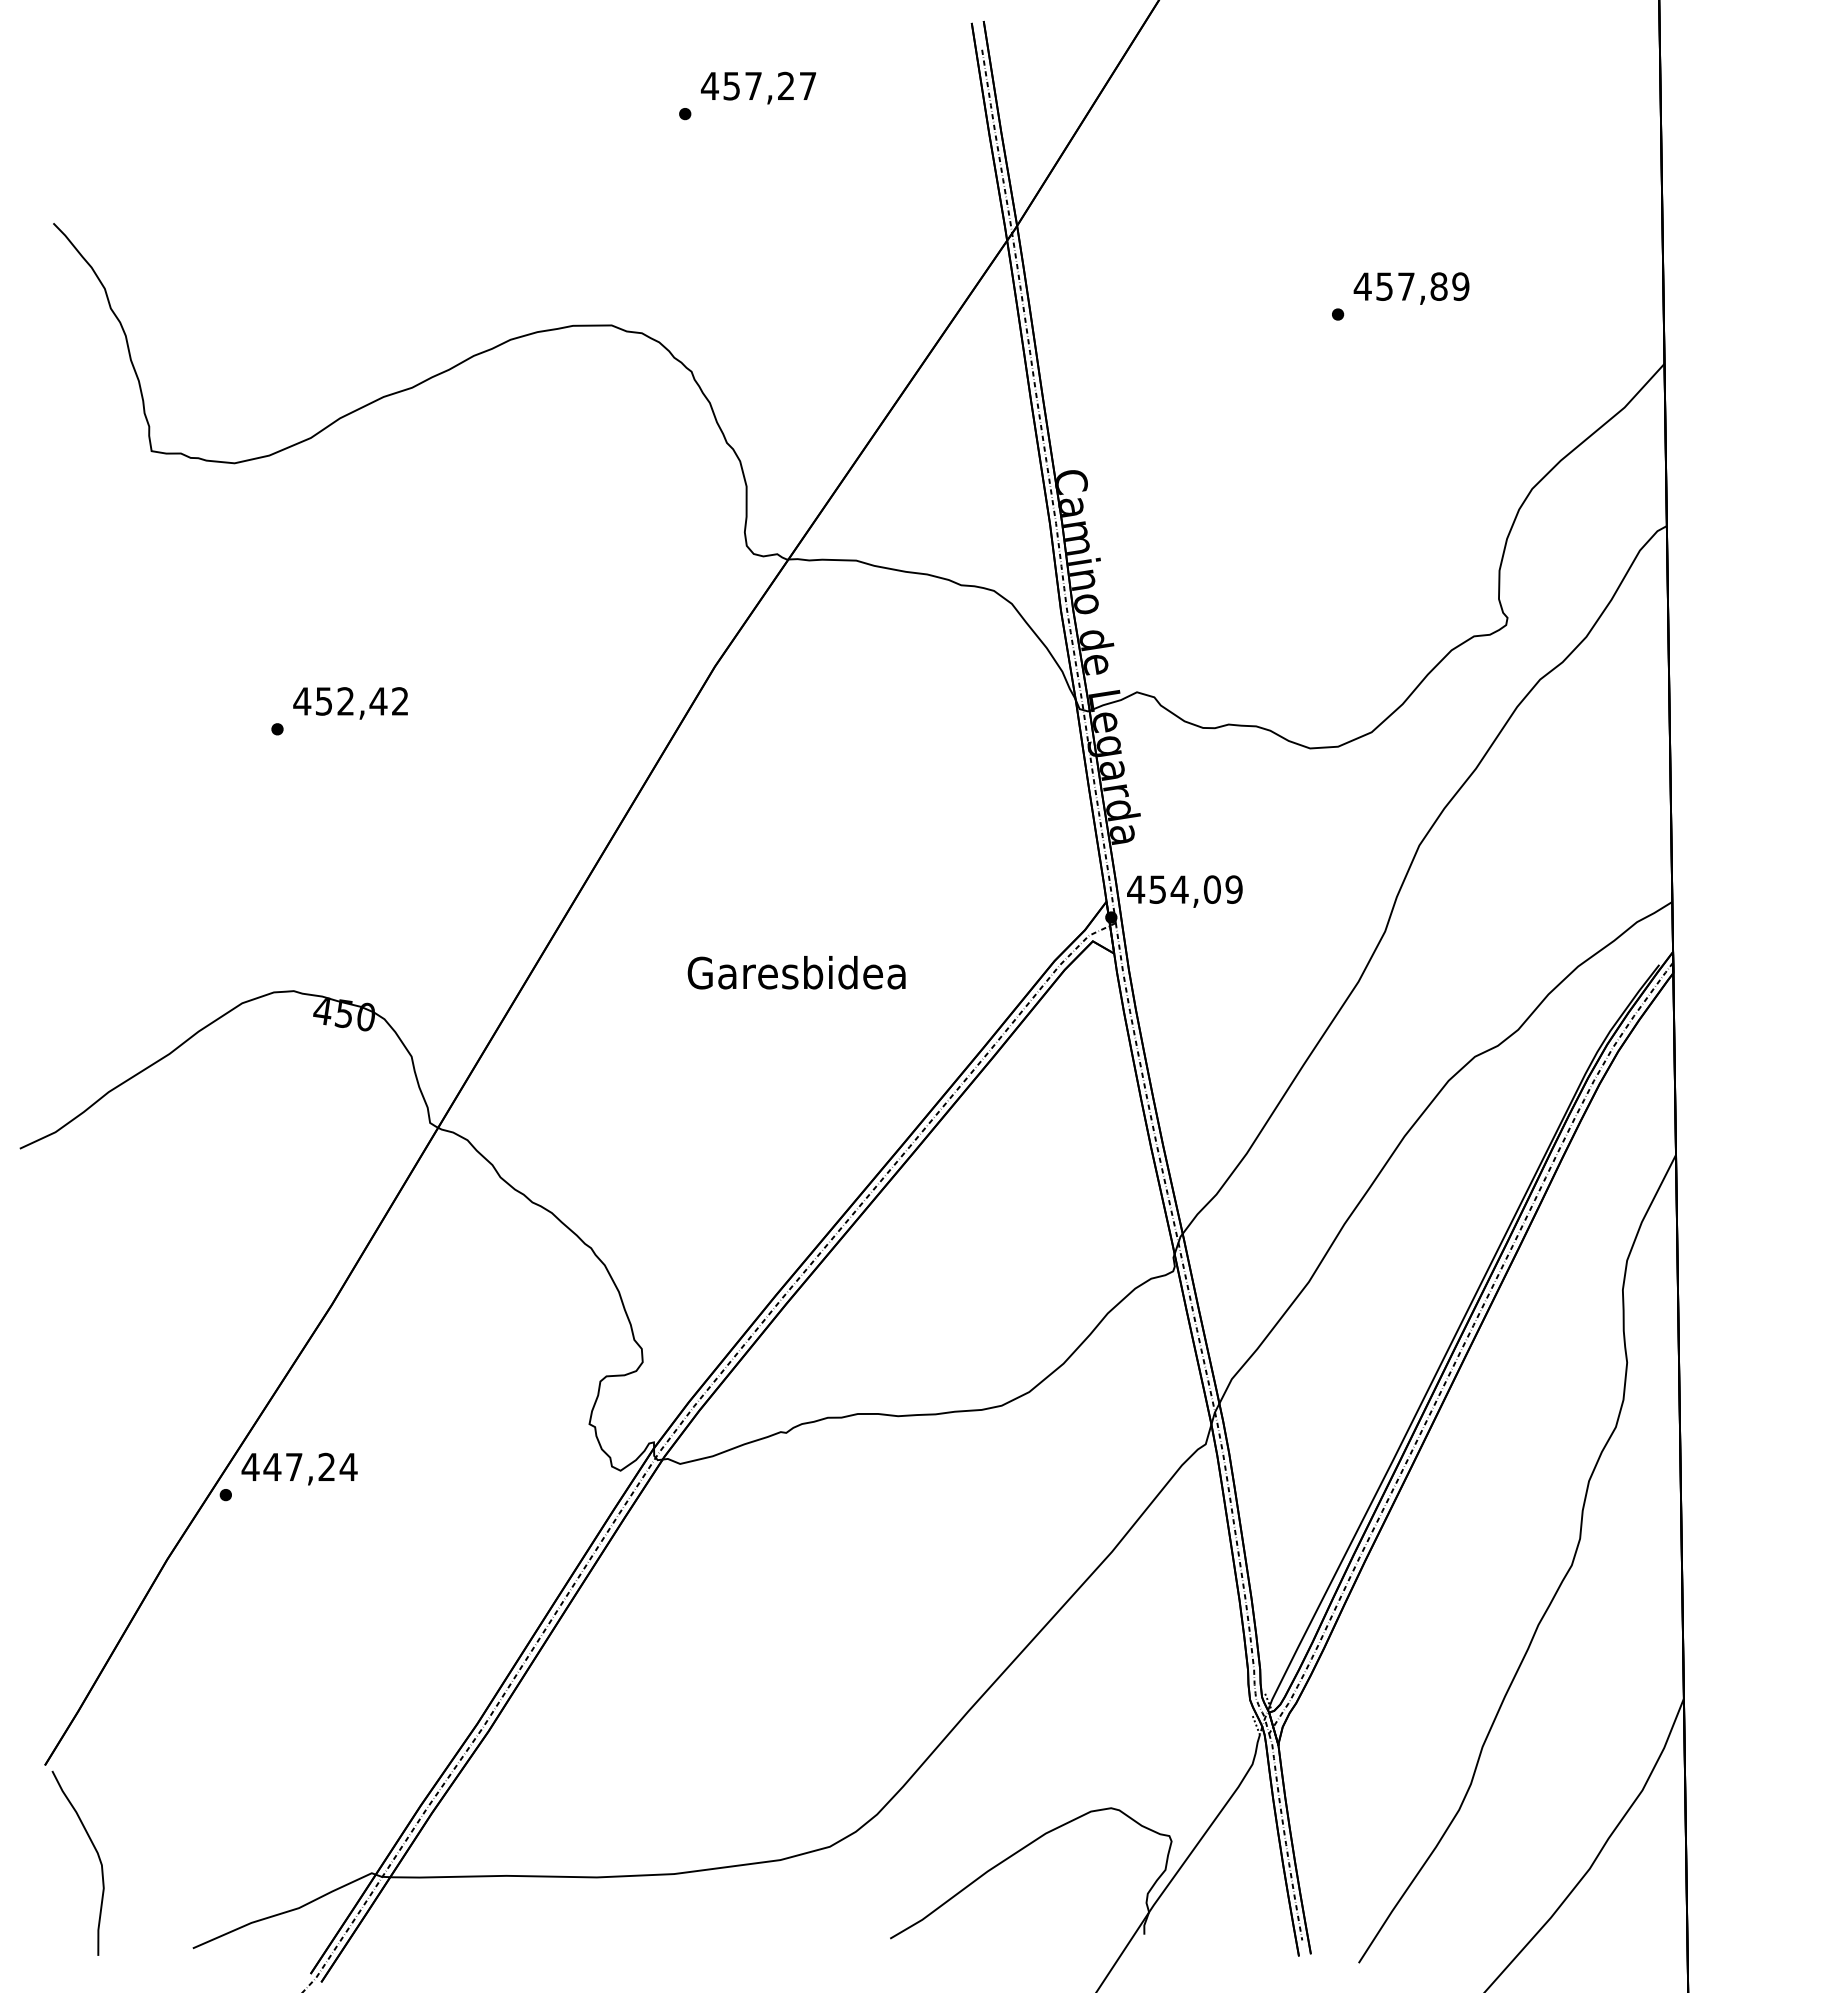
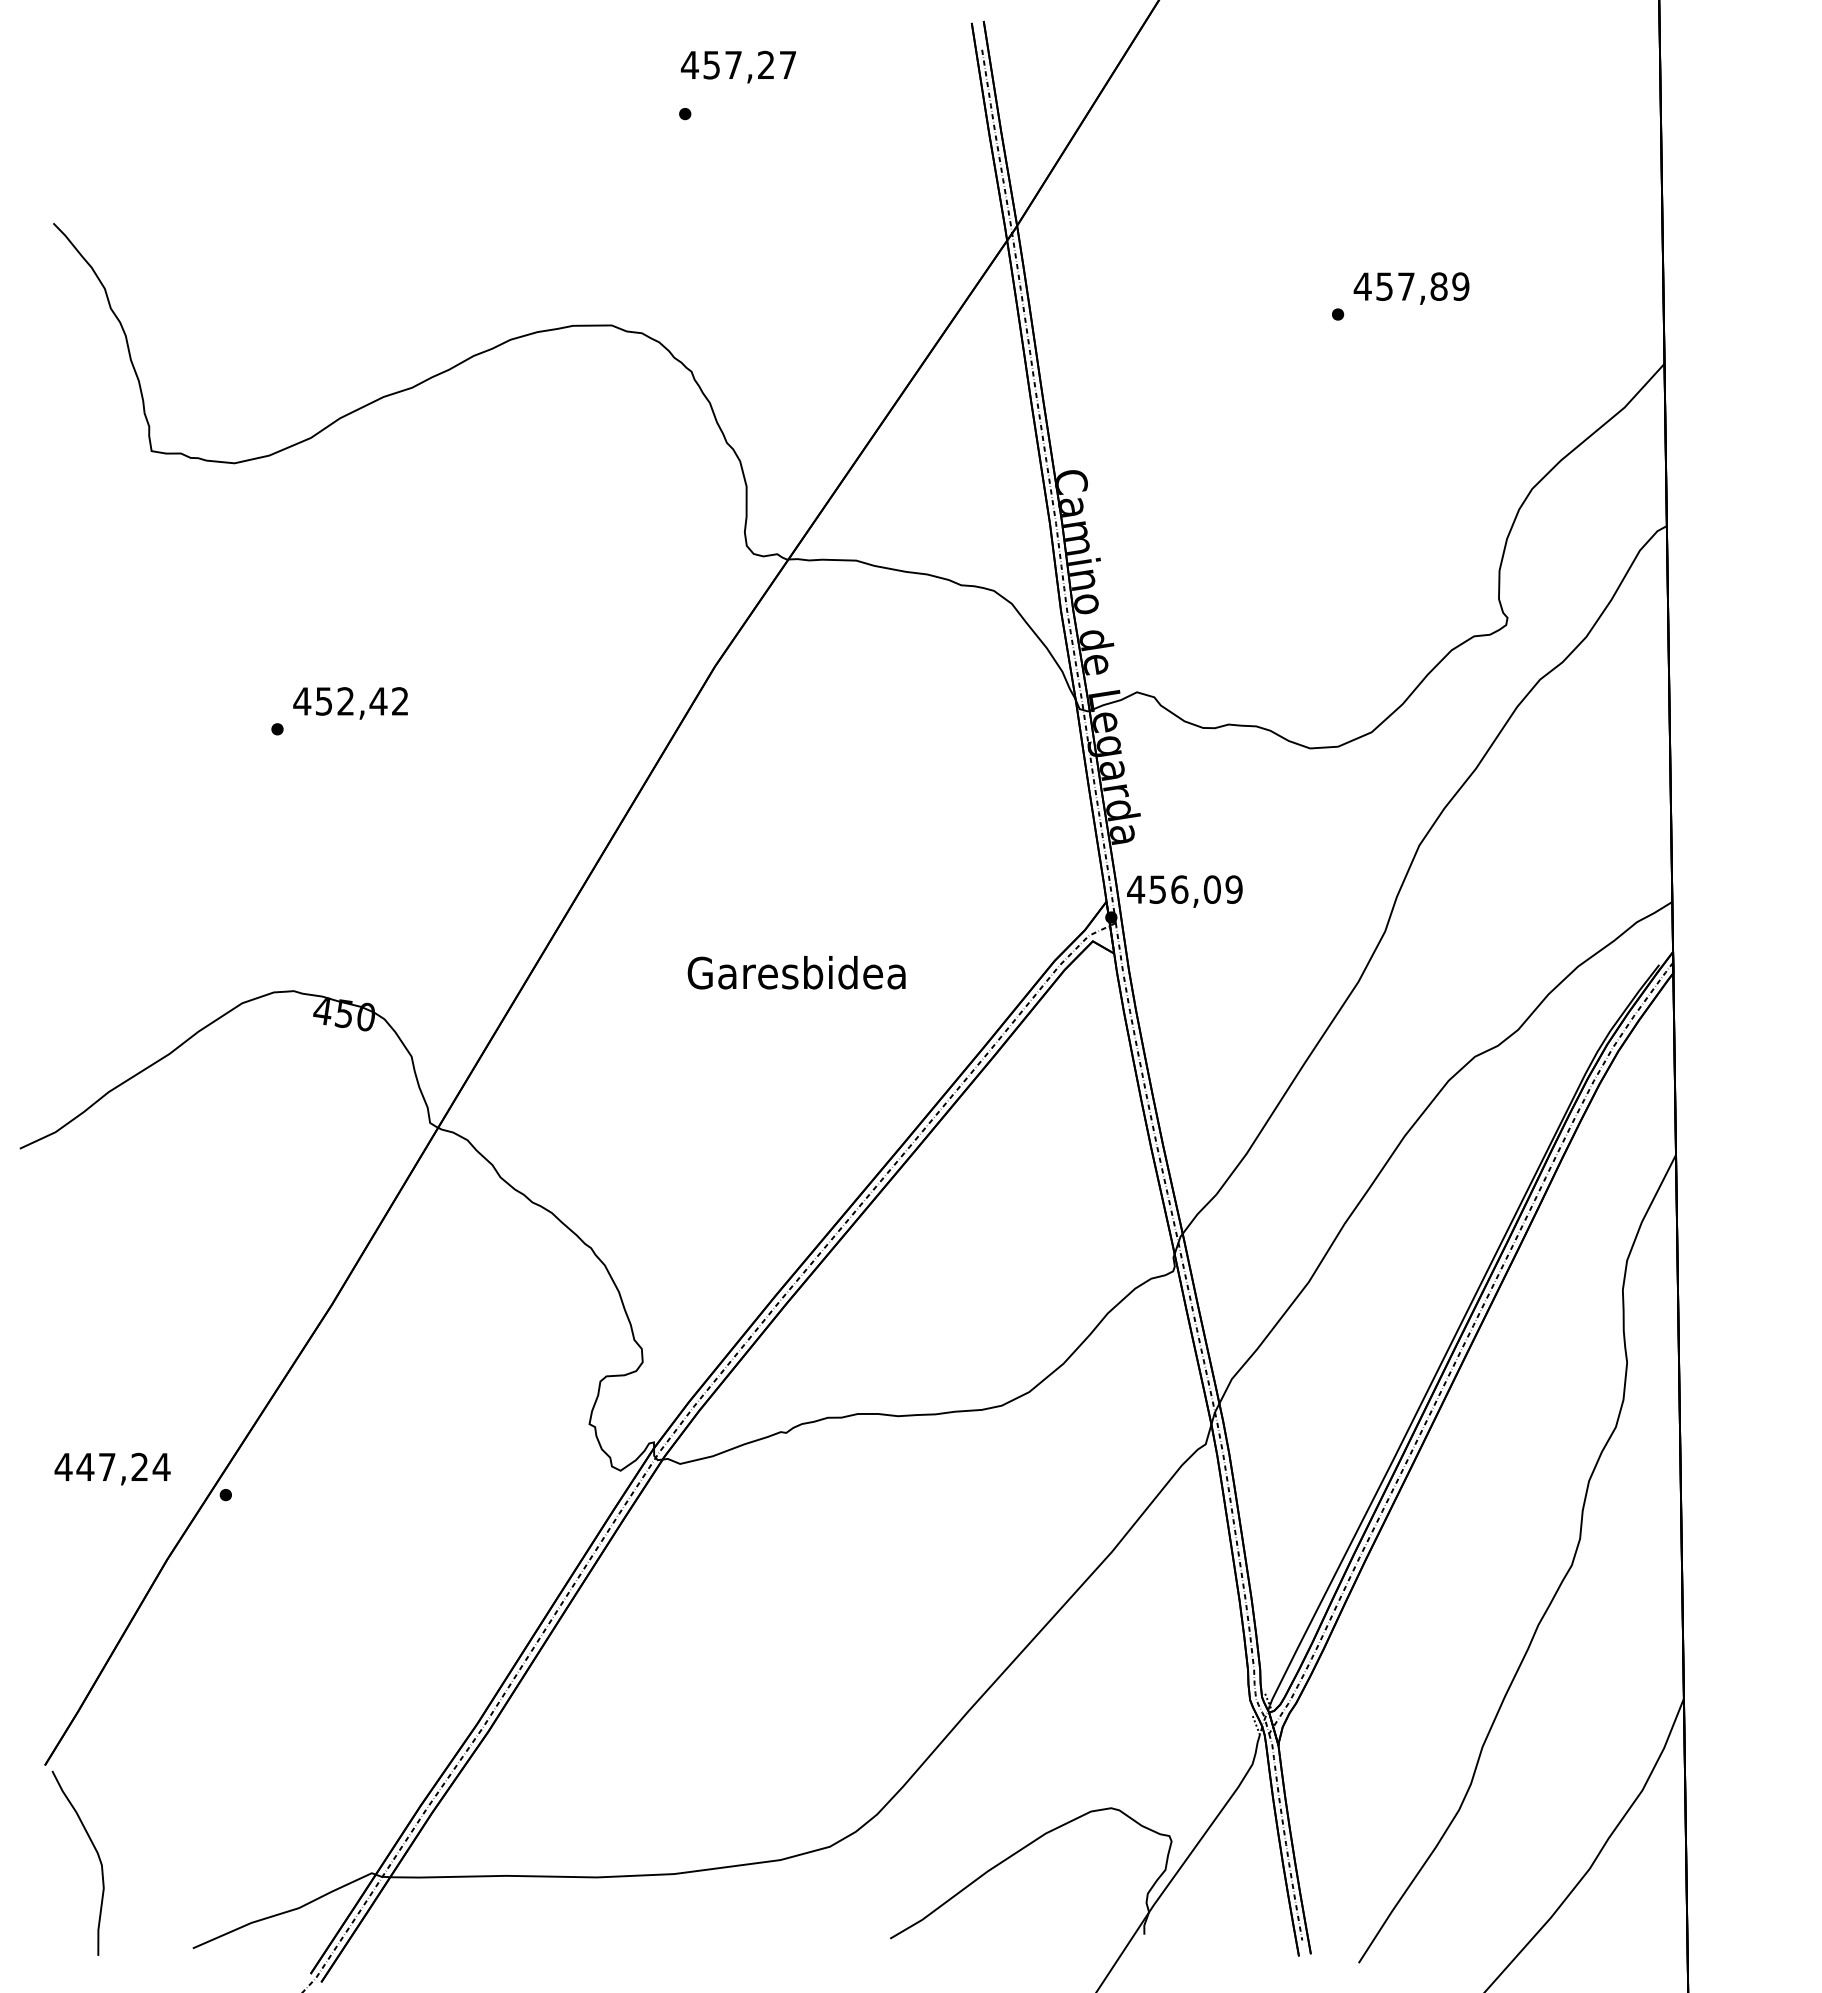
text at (758, 87) position: (758, 87) -> (738, 66)
text at (1179, 889): 454,09 -> 456,09
text at (299, 1468) position: (299, 1468) -> (112, 1468)
